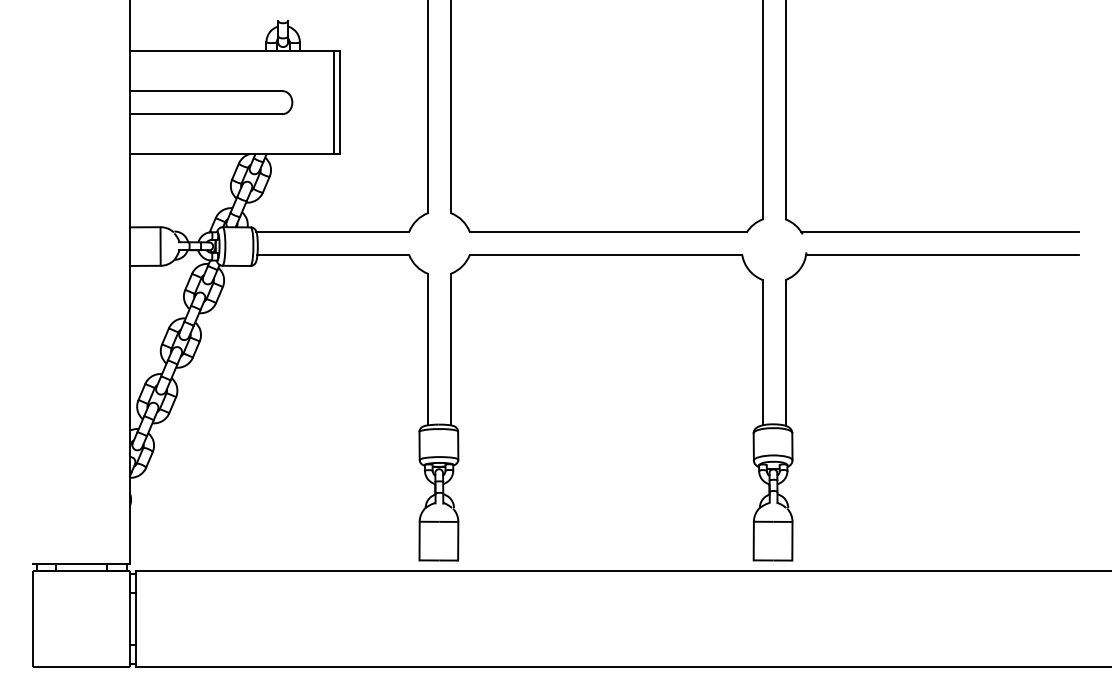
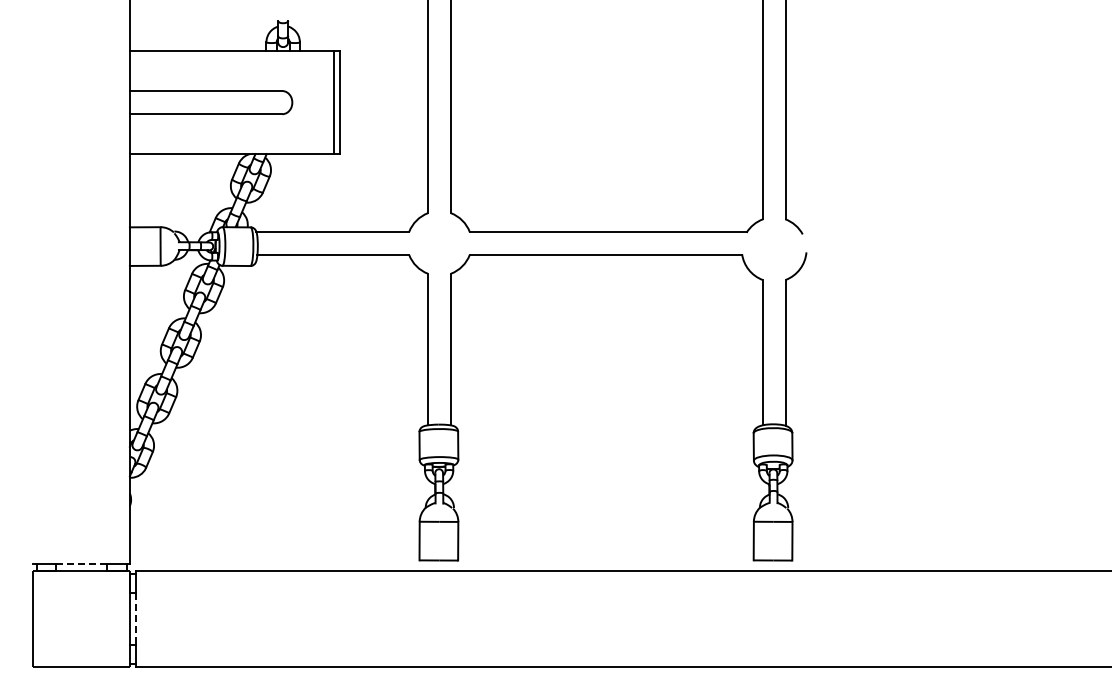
line at (939, 231): present -> none
line at (942, 255): present -> none
line at (81, 564): solid -> dashed
line at (136, 618): solid -> dashed
